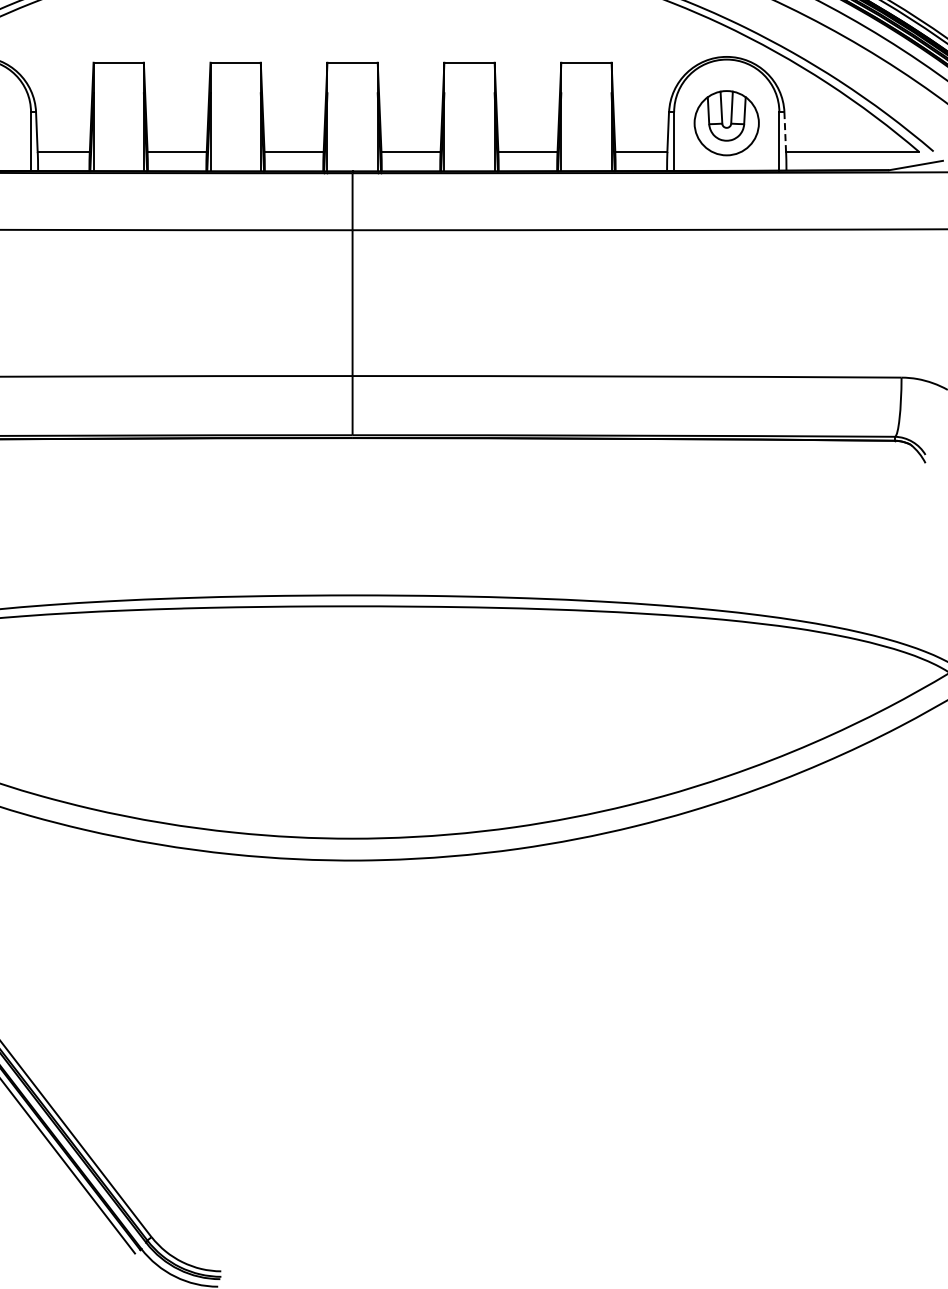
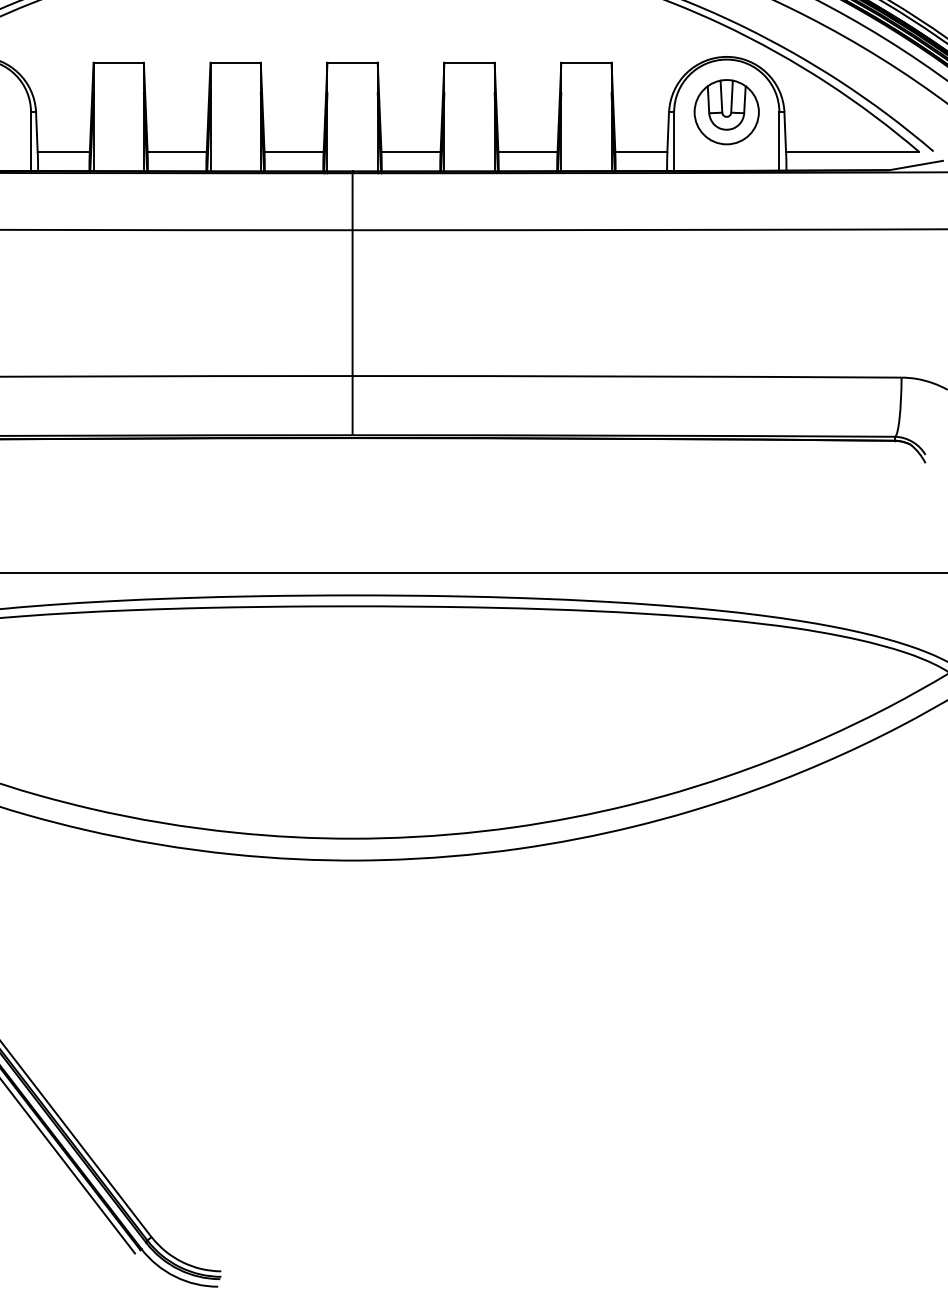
part at (726, 123) position: (726, 123) -> (726, 112)
line at (785, 132): dashed -> solid
line at (473, 573): none -> present
